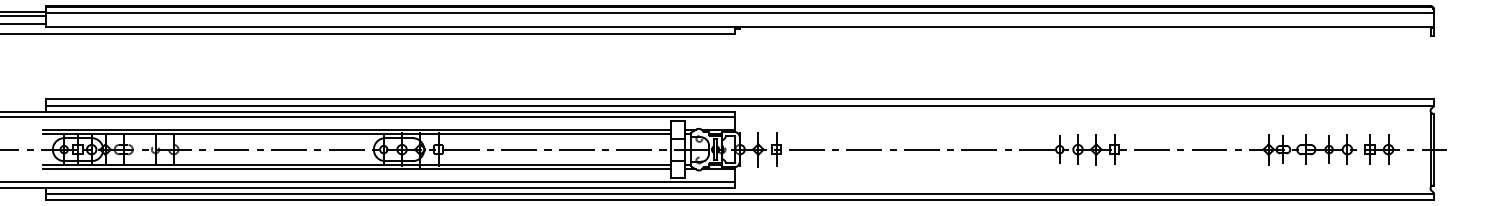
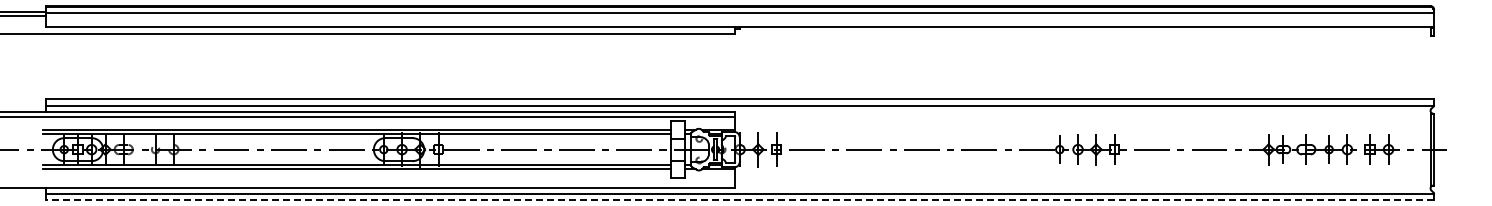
line at (23, 24): present -> none
line at (368, 182): present -> none
line at (739, 199): solid -> dashed
